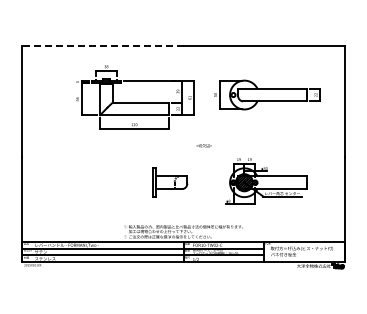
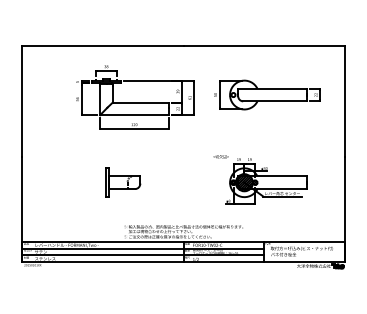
line at (102, 45): dashed -> solid
text at (203, 145) position: (203, 145) -> (220, 156)
part at (170, 182) position: (170, 182) -> (123, 182)
